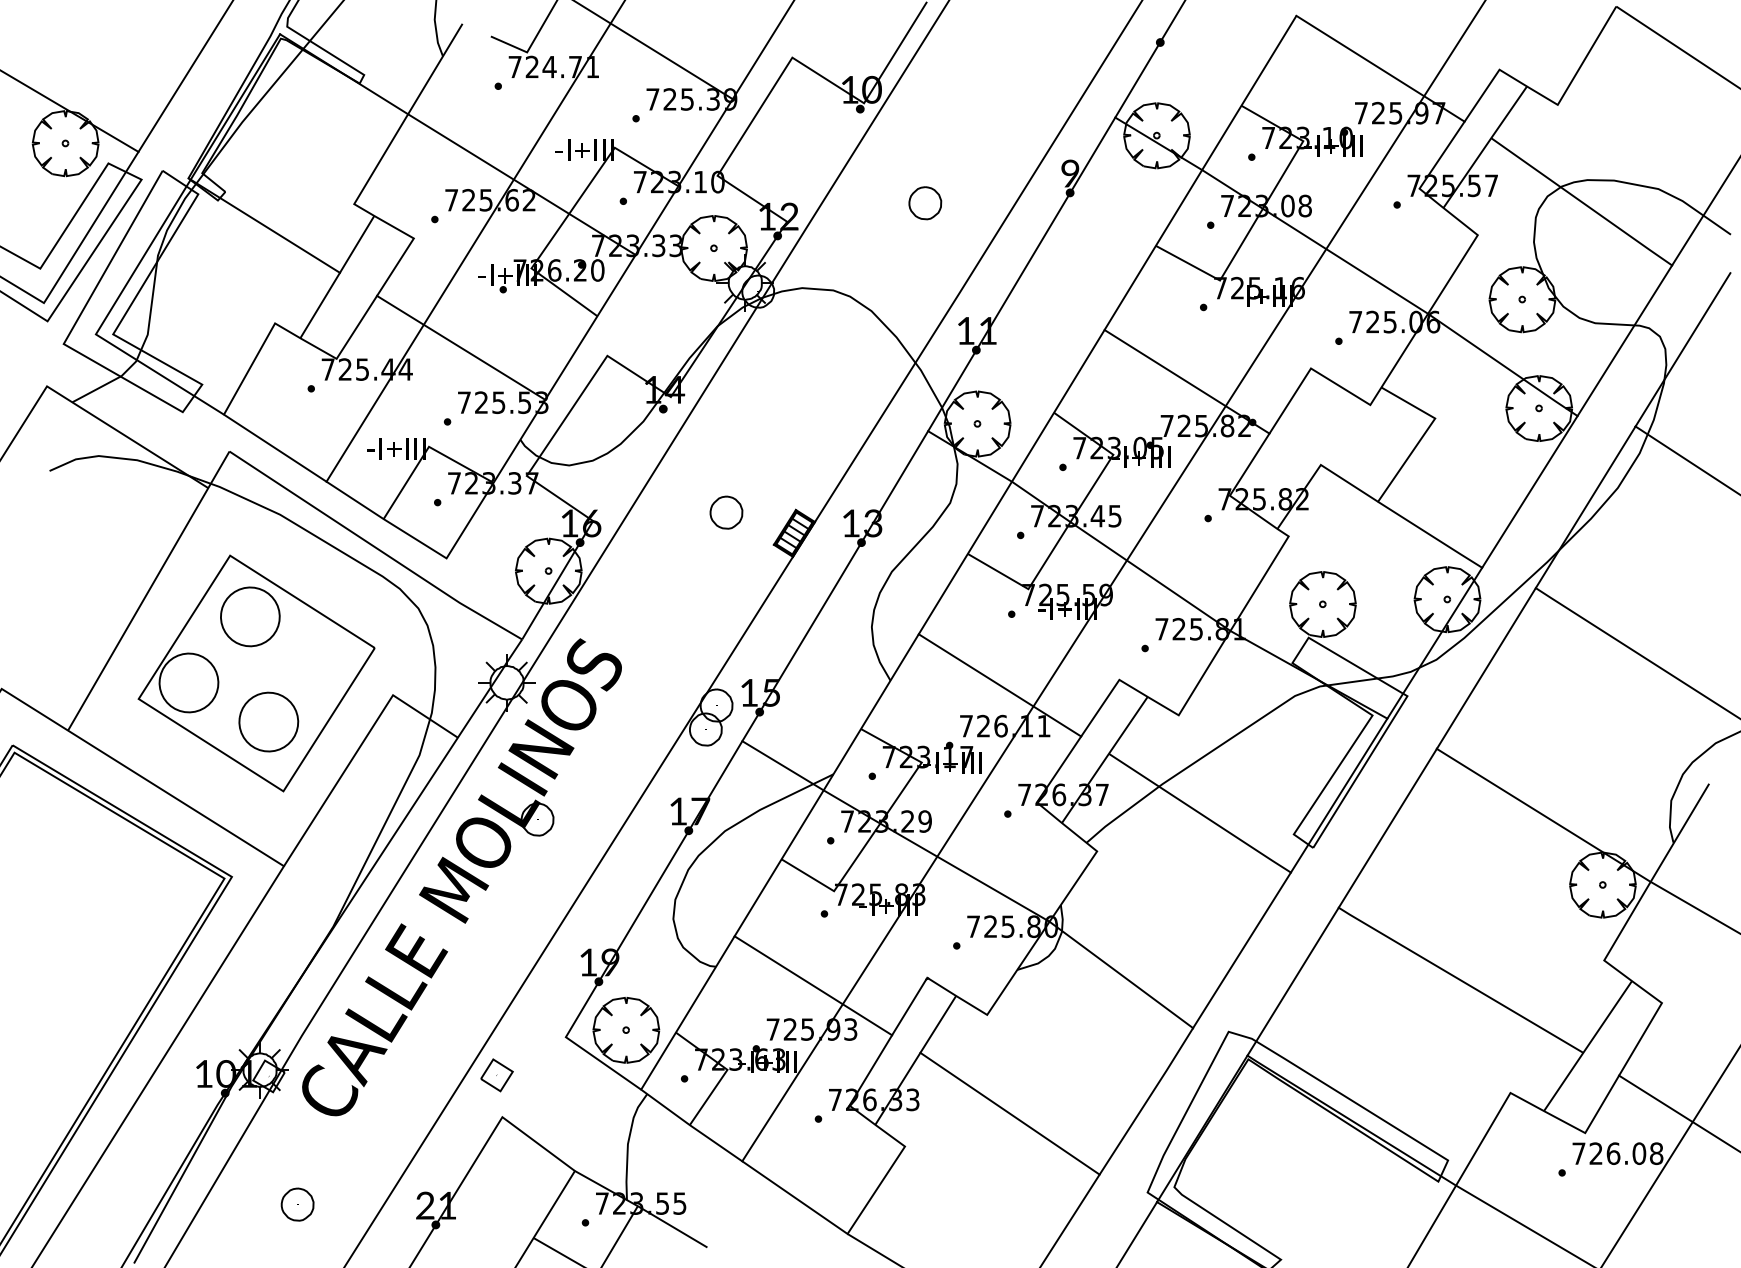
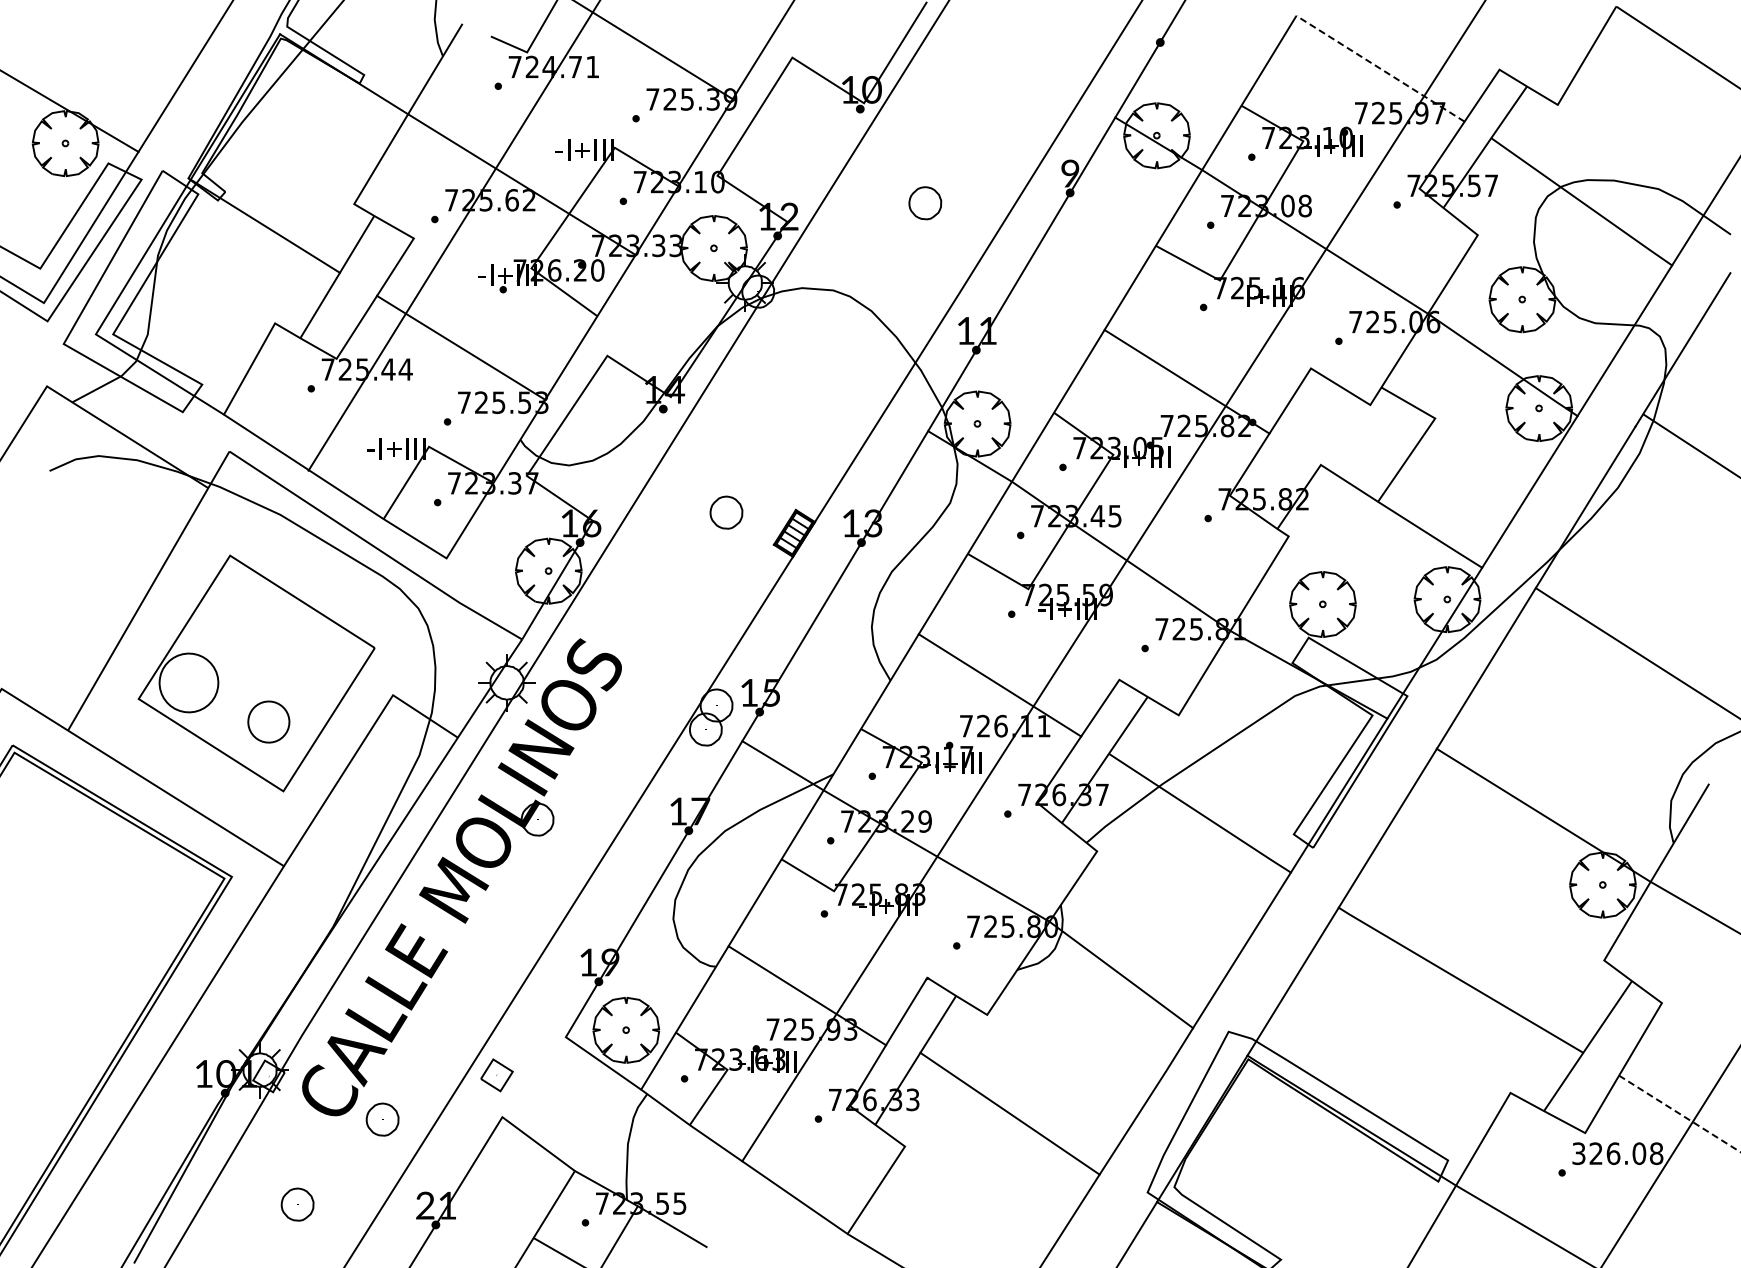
line at (1380, 68): solid -> dashed
line at (474, 241) position: (474, 241) -> (453, 236)
line at (1686, 459) position: (1686, 459) -> (1690, 444)
part at (250, 616): present -> none
part at (268, 721) size: 62x62 px -> 44x44 px
line at (813, 985) position: (813, 985) -> (807, 995)
line at (1679, 1114): solid -> dashed
part at (382, 1119): none -> present
text at (1578, 1153): 726.08 -> 326.08
